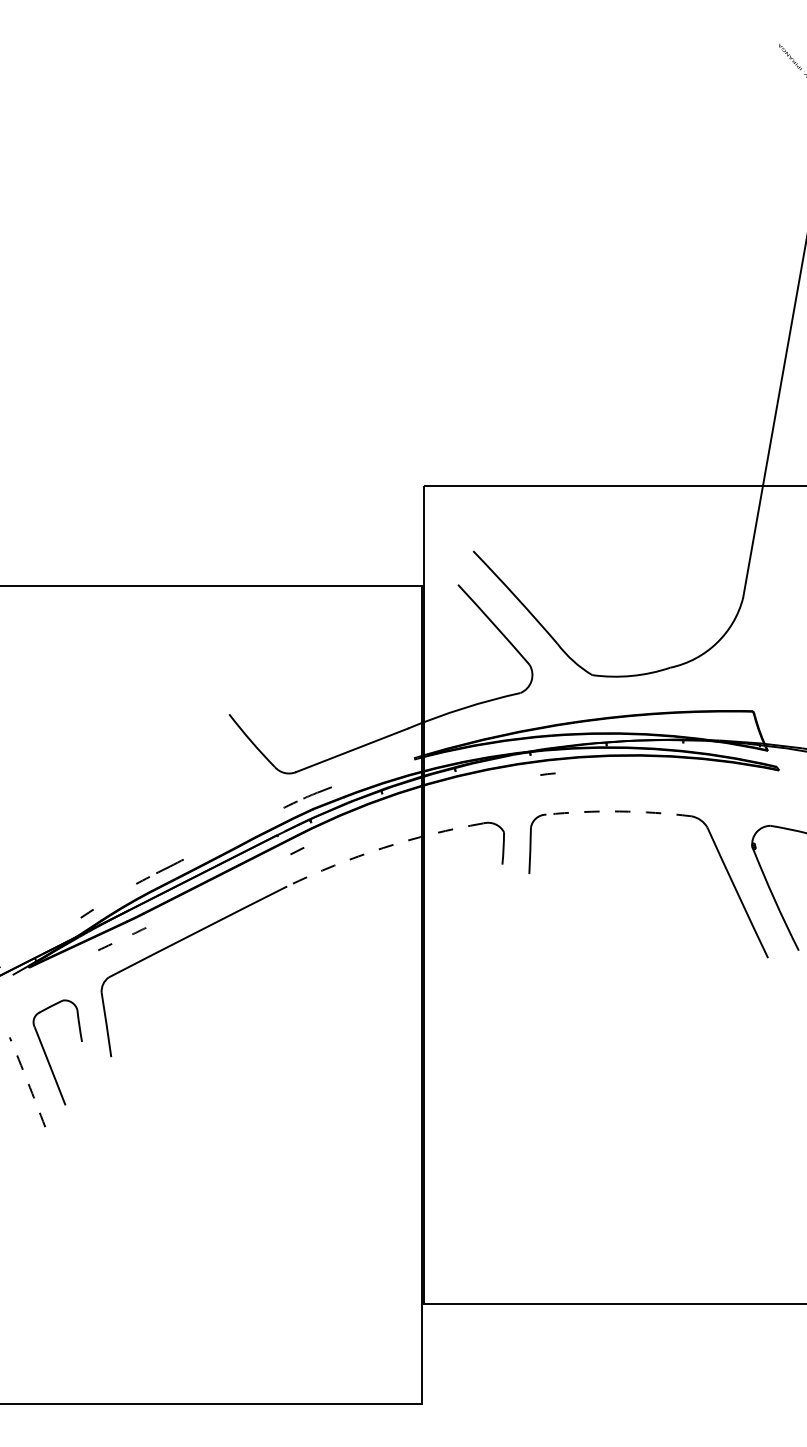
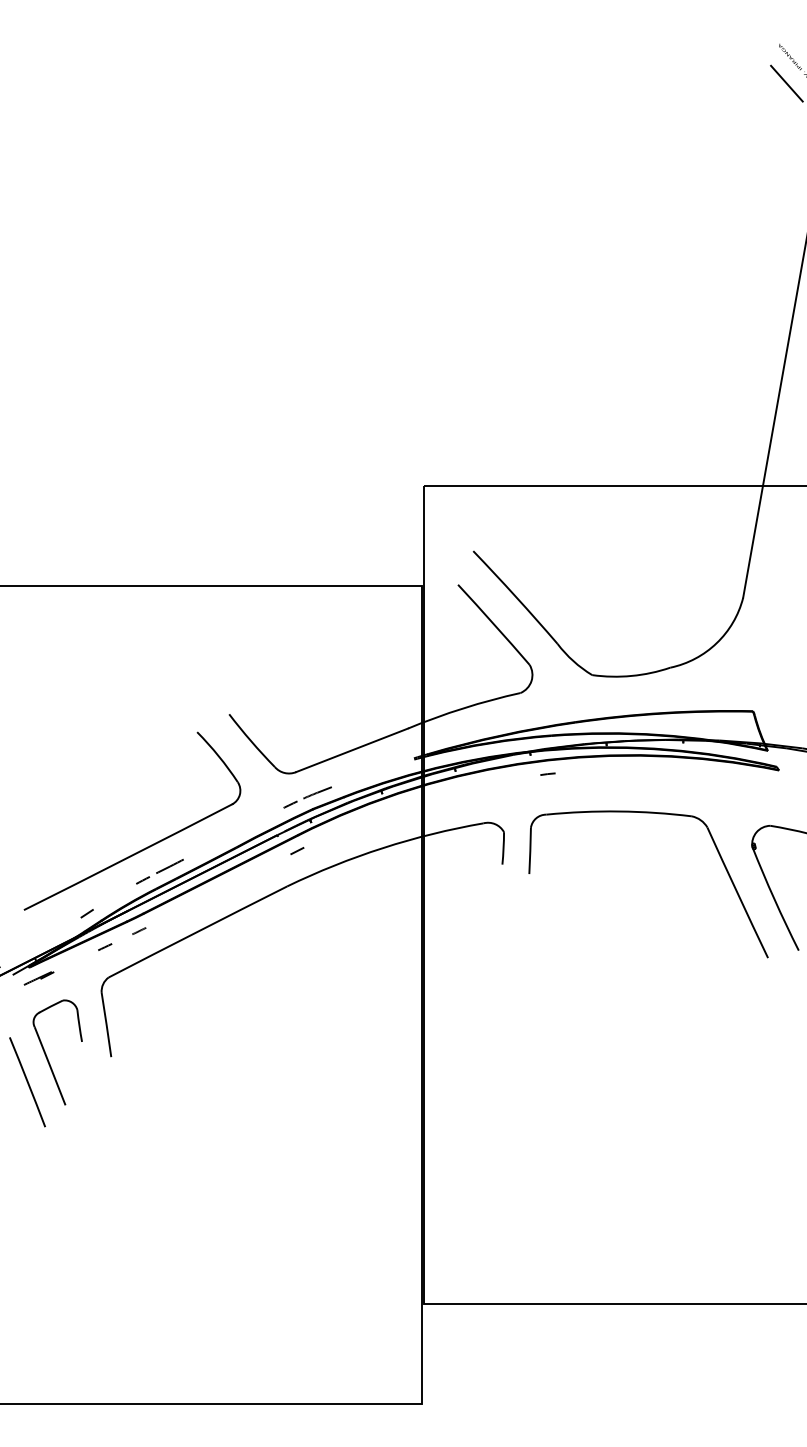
line at (786, 83): none -> present
arc at (619, 811): dashed -> solid
part at (145, 847): none -> present
arc at (383, 848): dashed -> solid
line at (38, 978): none -> present
arc at (27, 1082): dashed -> solid
